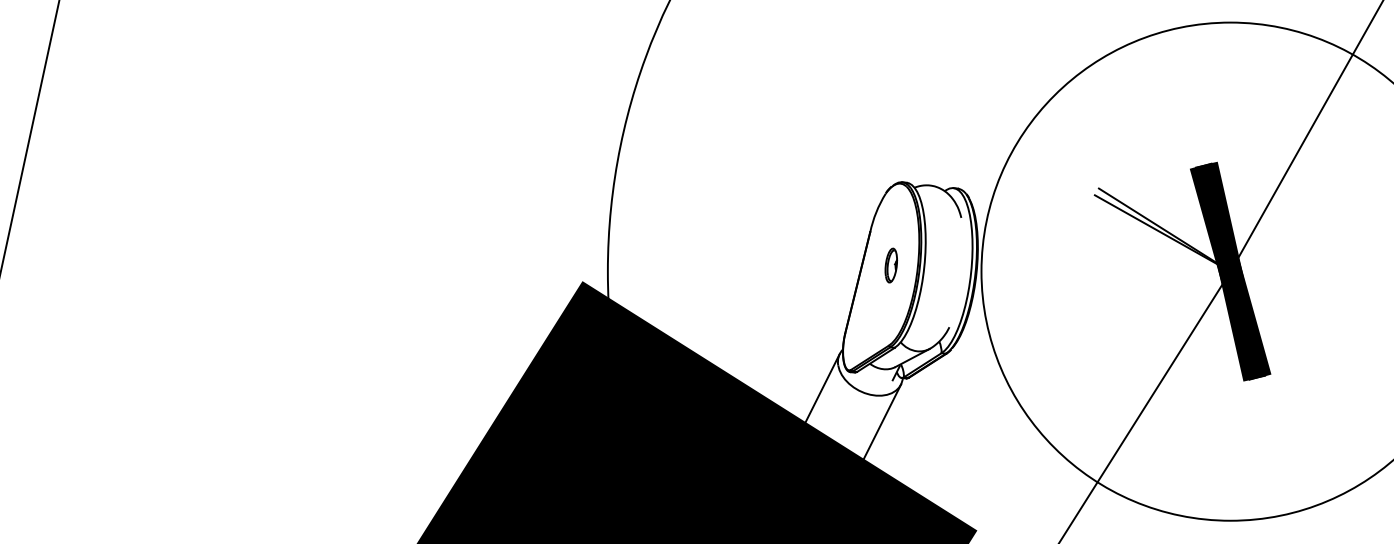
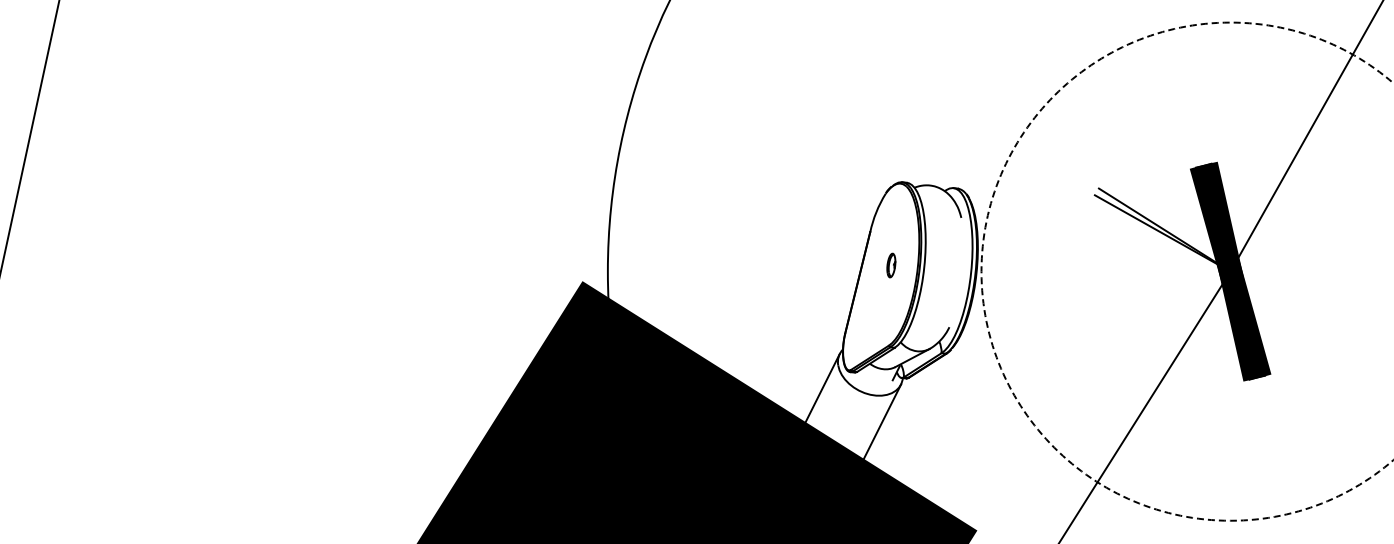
part at (891, 265) size: 15x37 px -> 11x27 px
circle at (1187, 271): solid -> dashed
